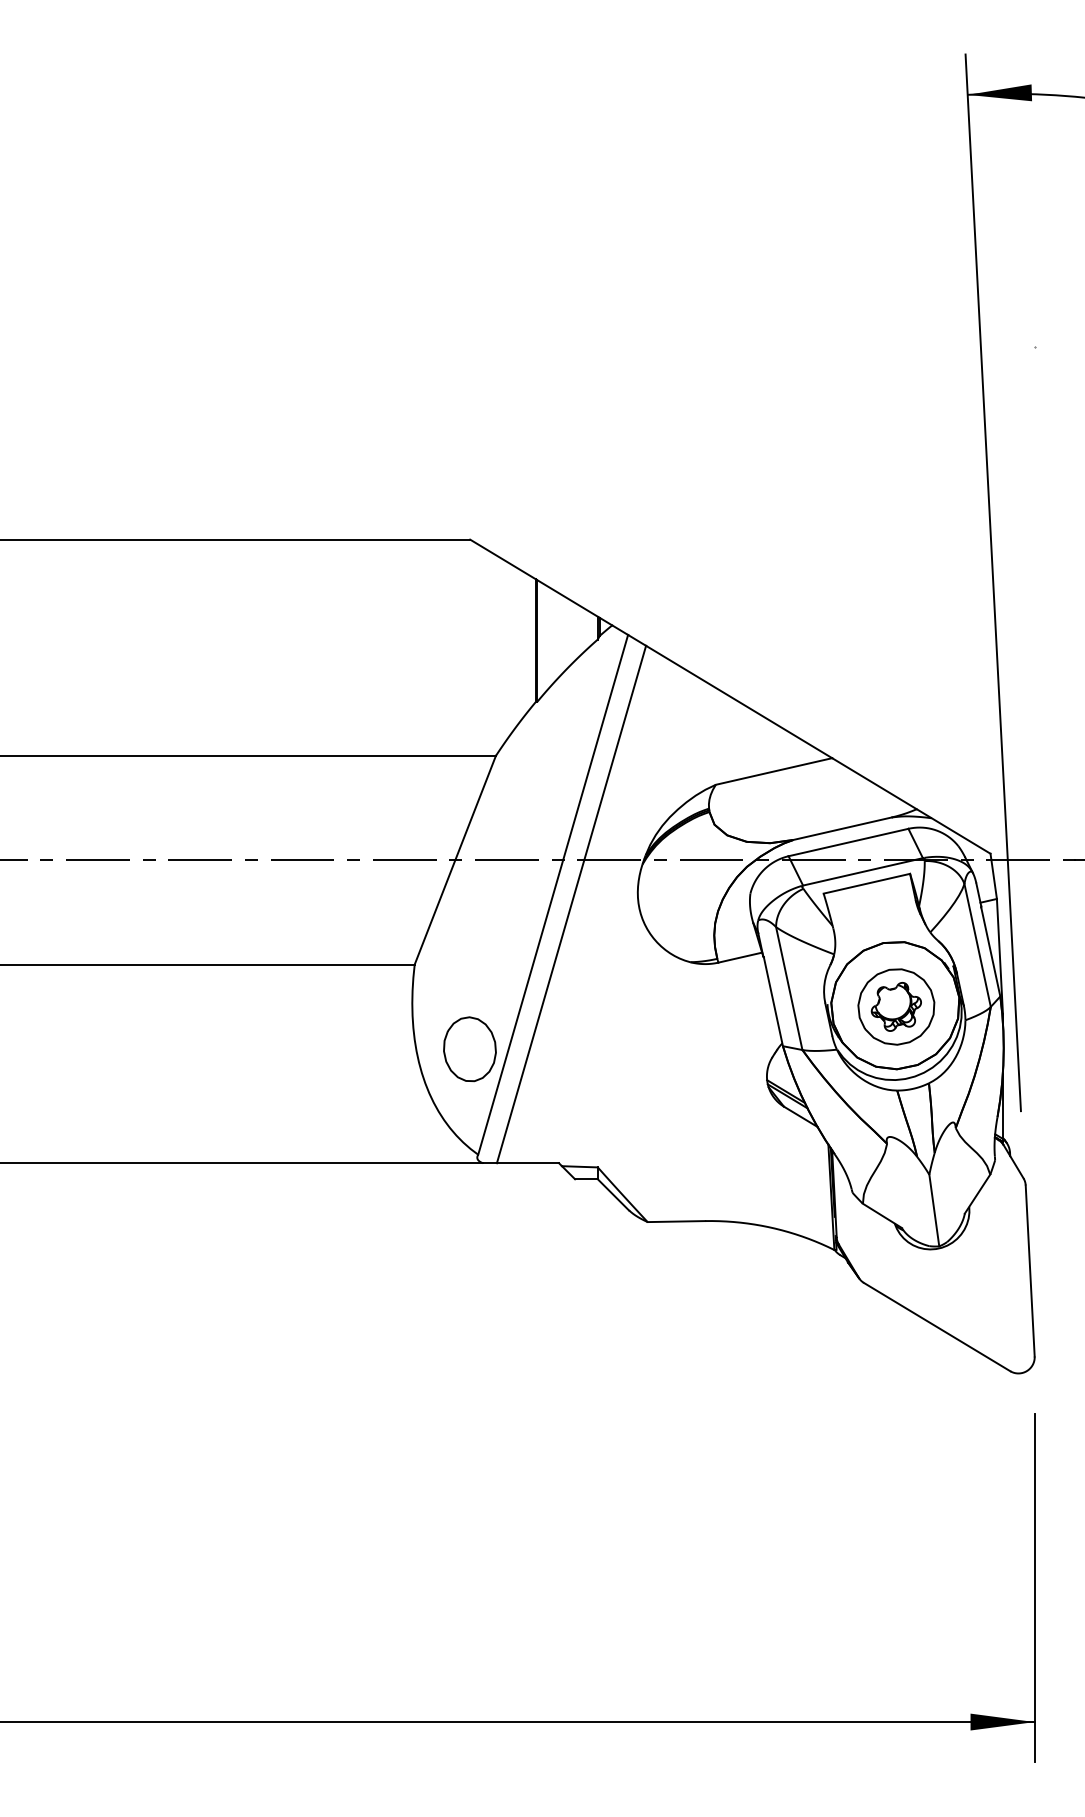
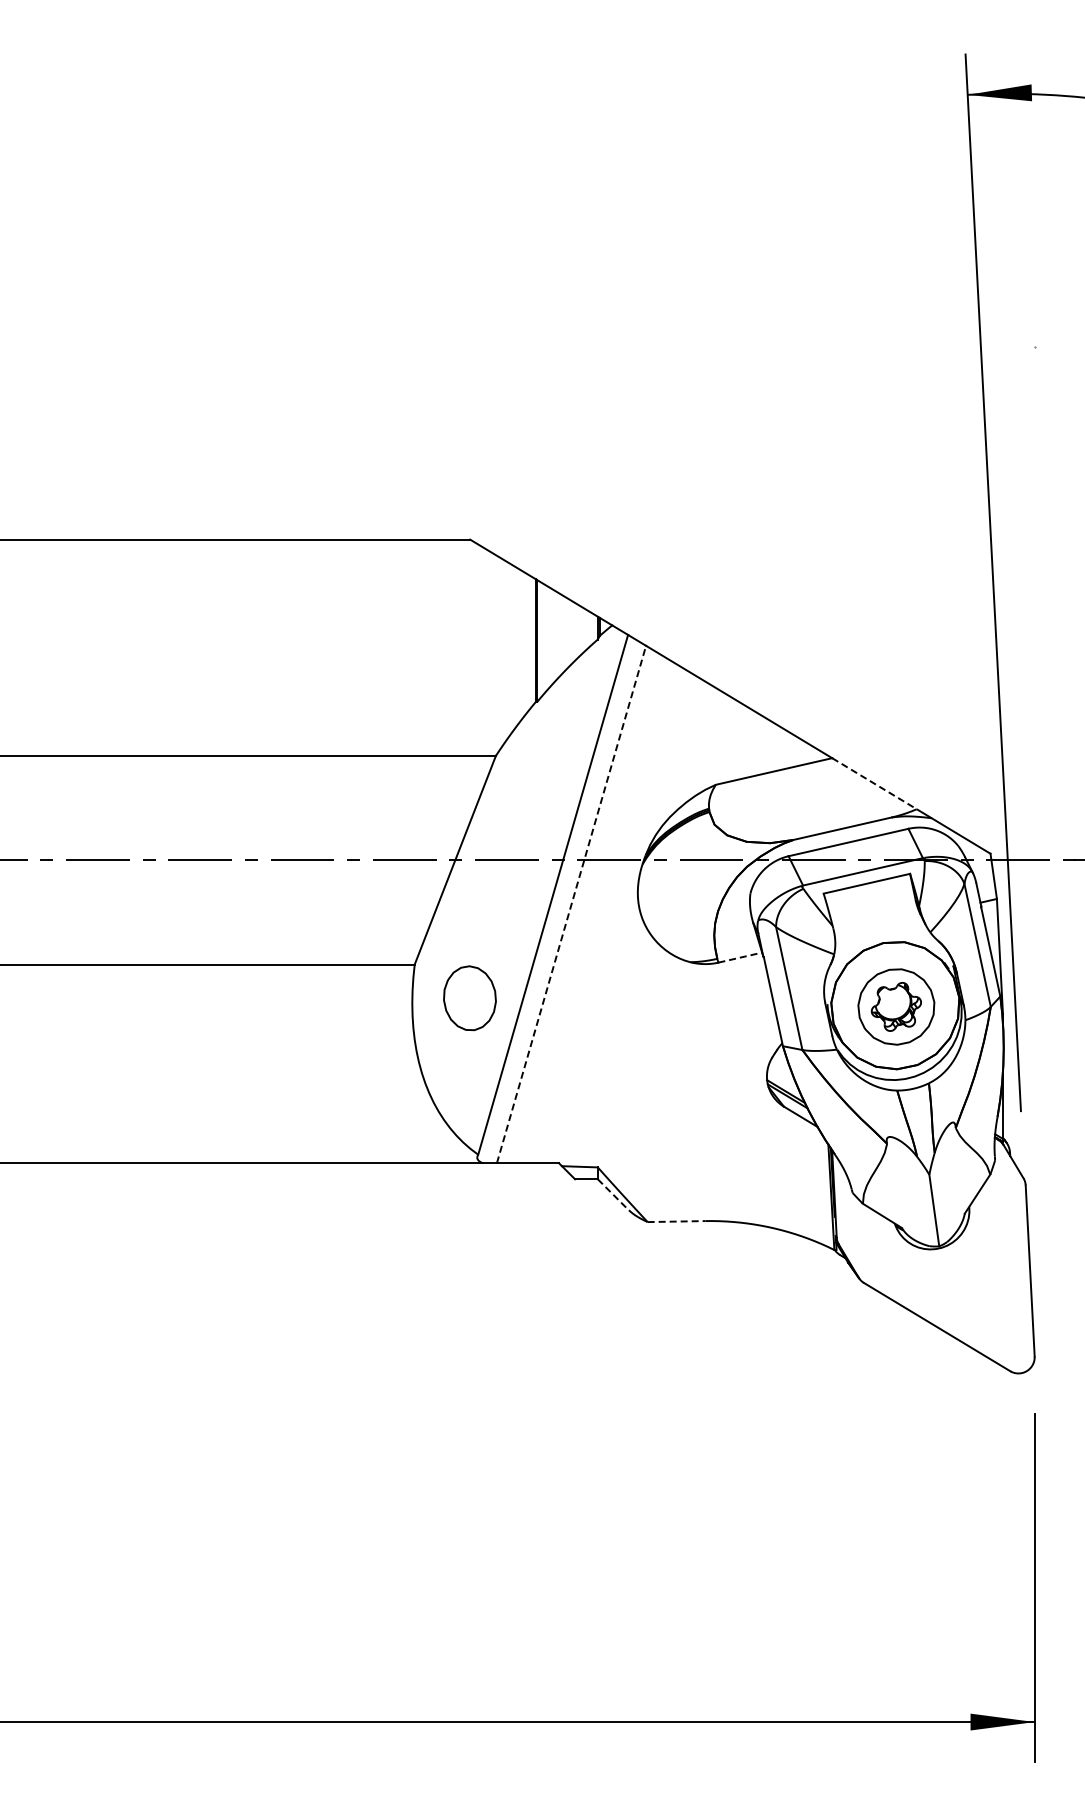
line at (874, 783): solid -> dashed
line at (571, 904): solid -> dashed
line at (740, 957): solid -> dashed
part at (469, 1049) position: (469, 1049) -> (469, 998)
line at (613, 1195): solid -> dashed
line at (676, 1221): solid -> dashed
